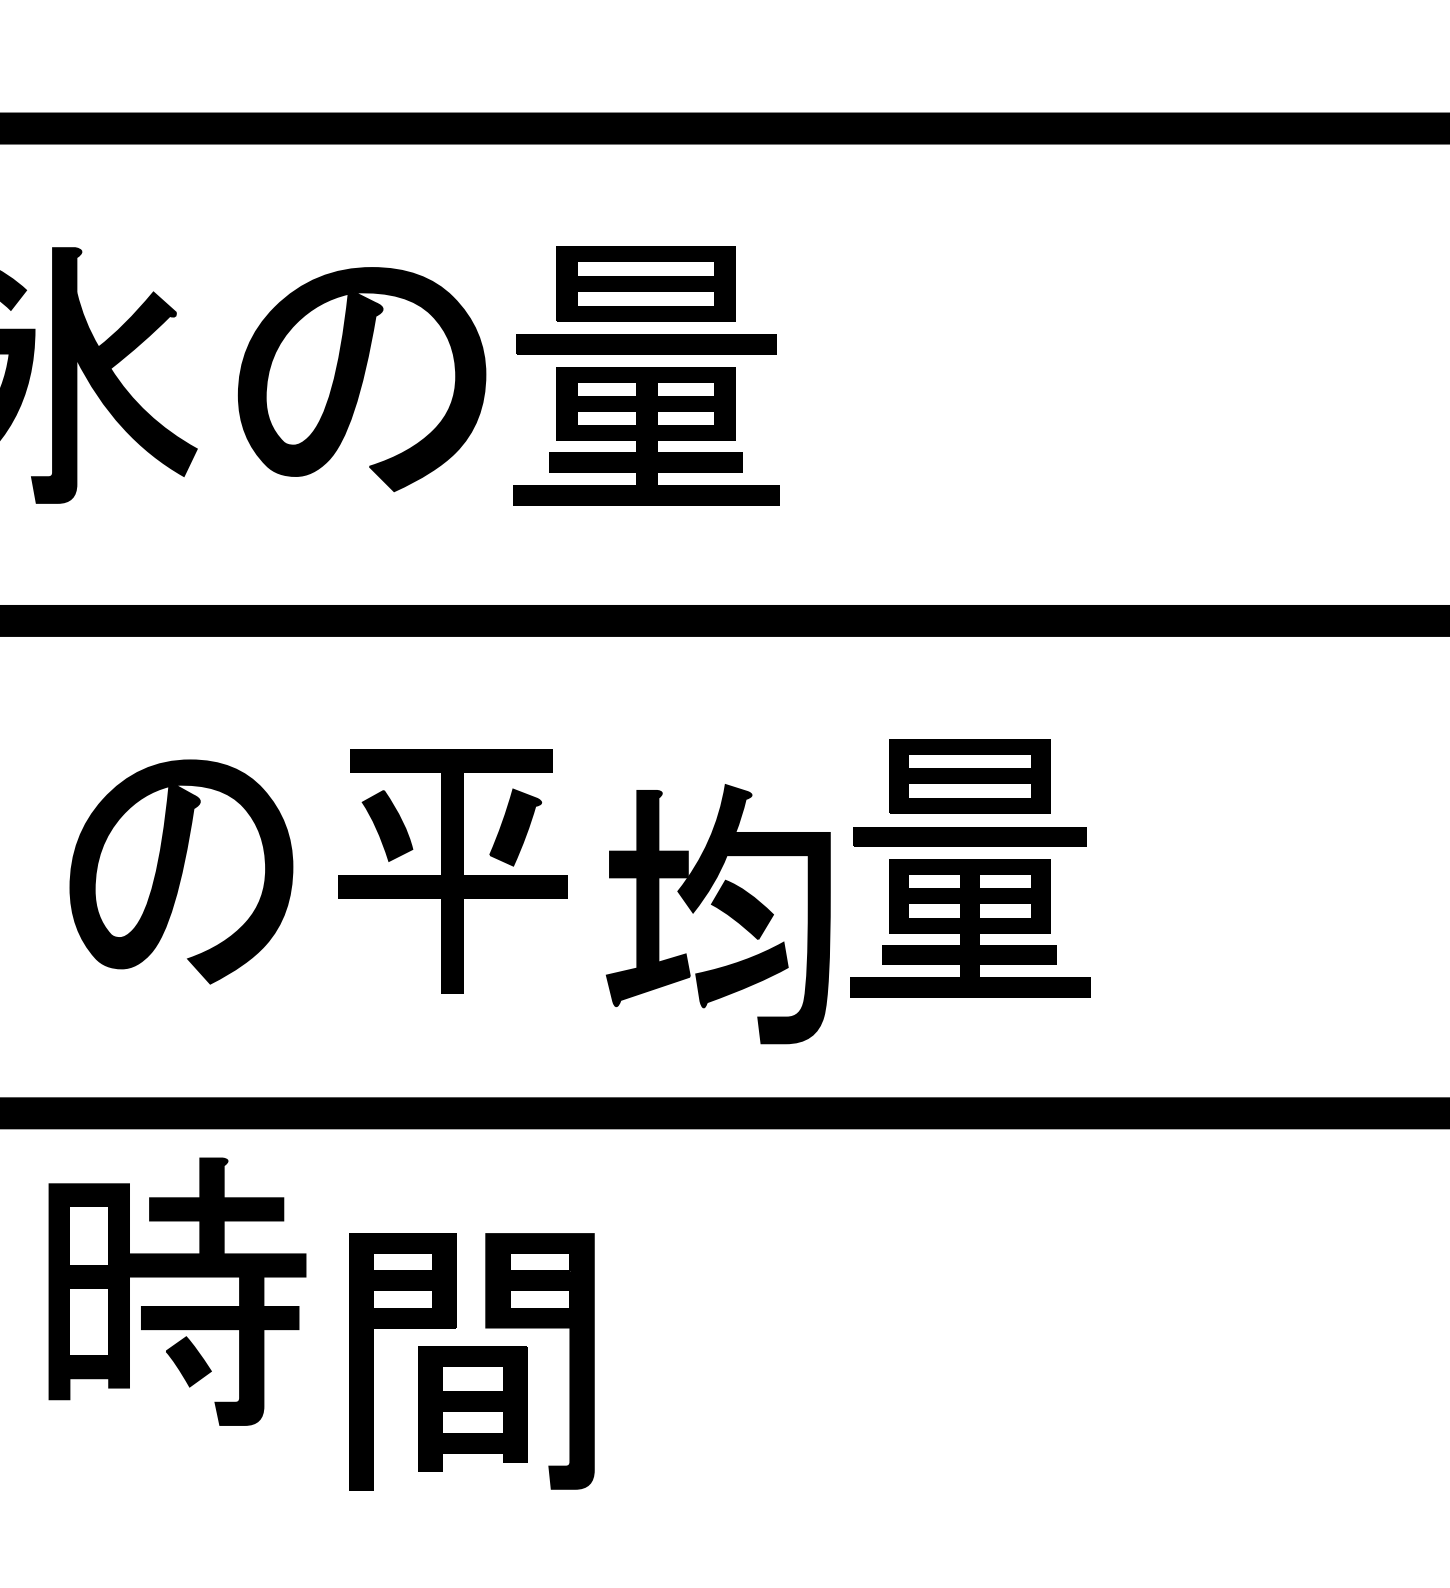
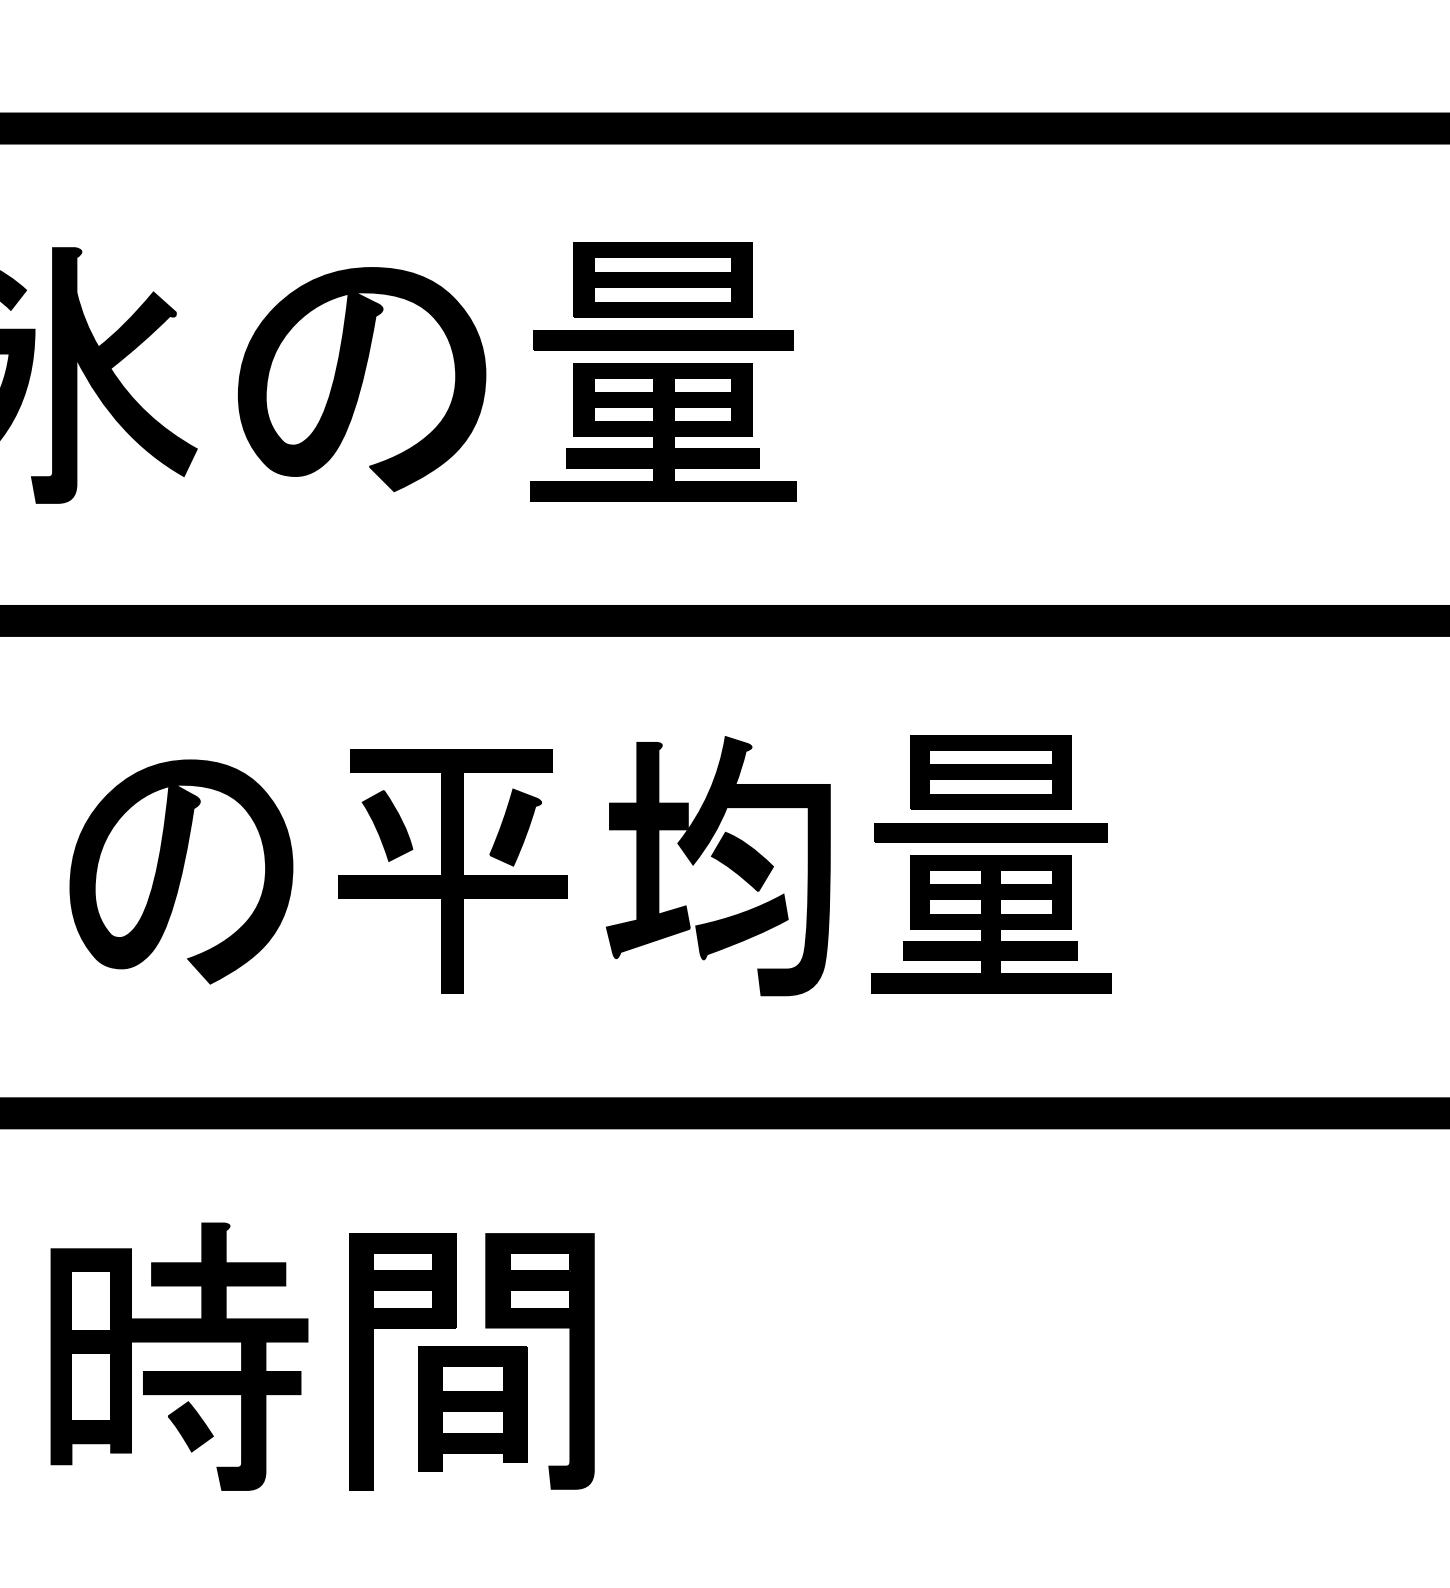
part at (646, 375) position: (646, 375) -> (663, 371)
part at (970, 868) position: (970, 868) -> (991, 864)
part at (717, 914) position: (717, 914) -> (717, 866)
part at (177, 1277) position: (177, 1277) -> (179, 1342)
